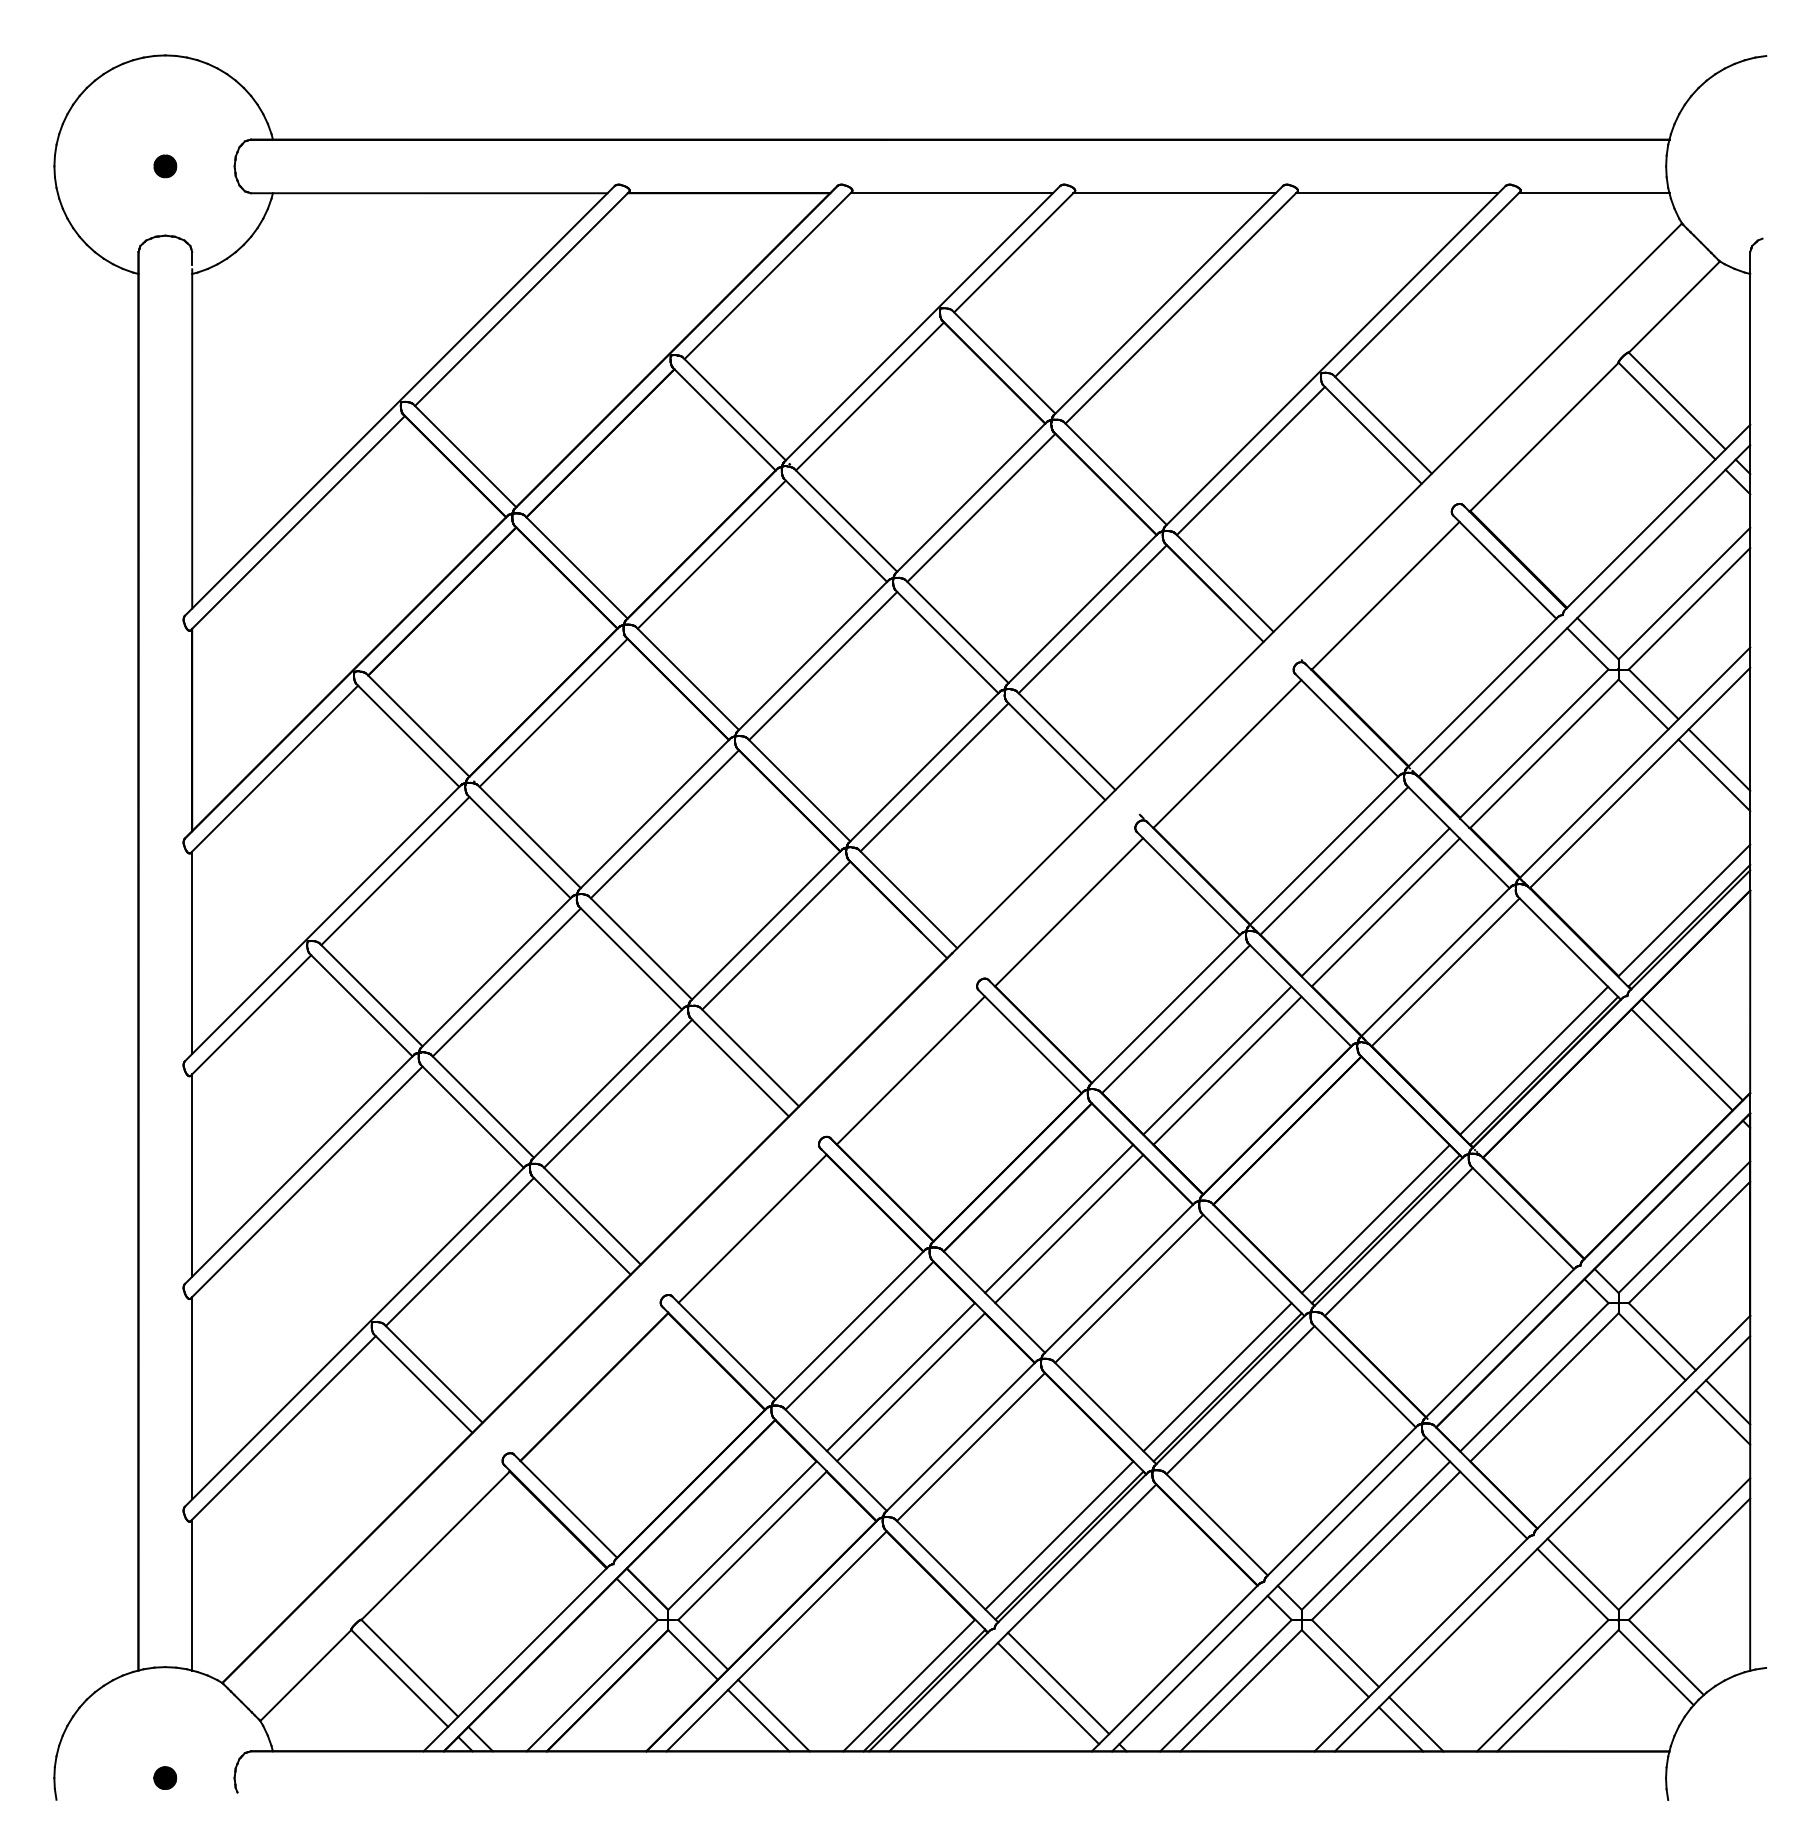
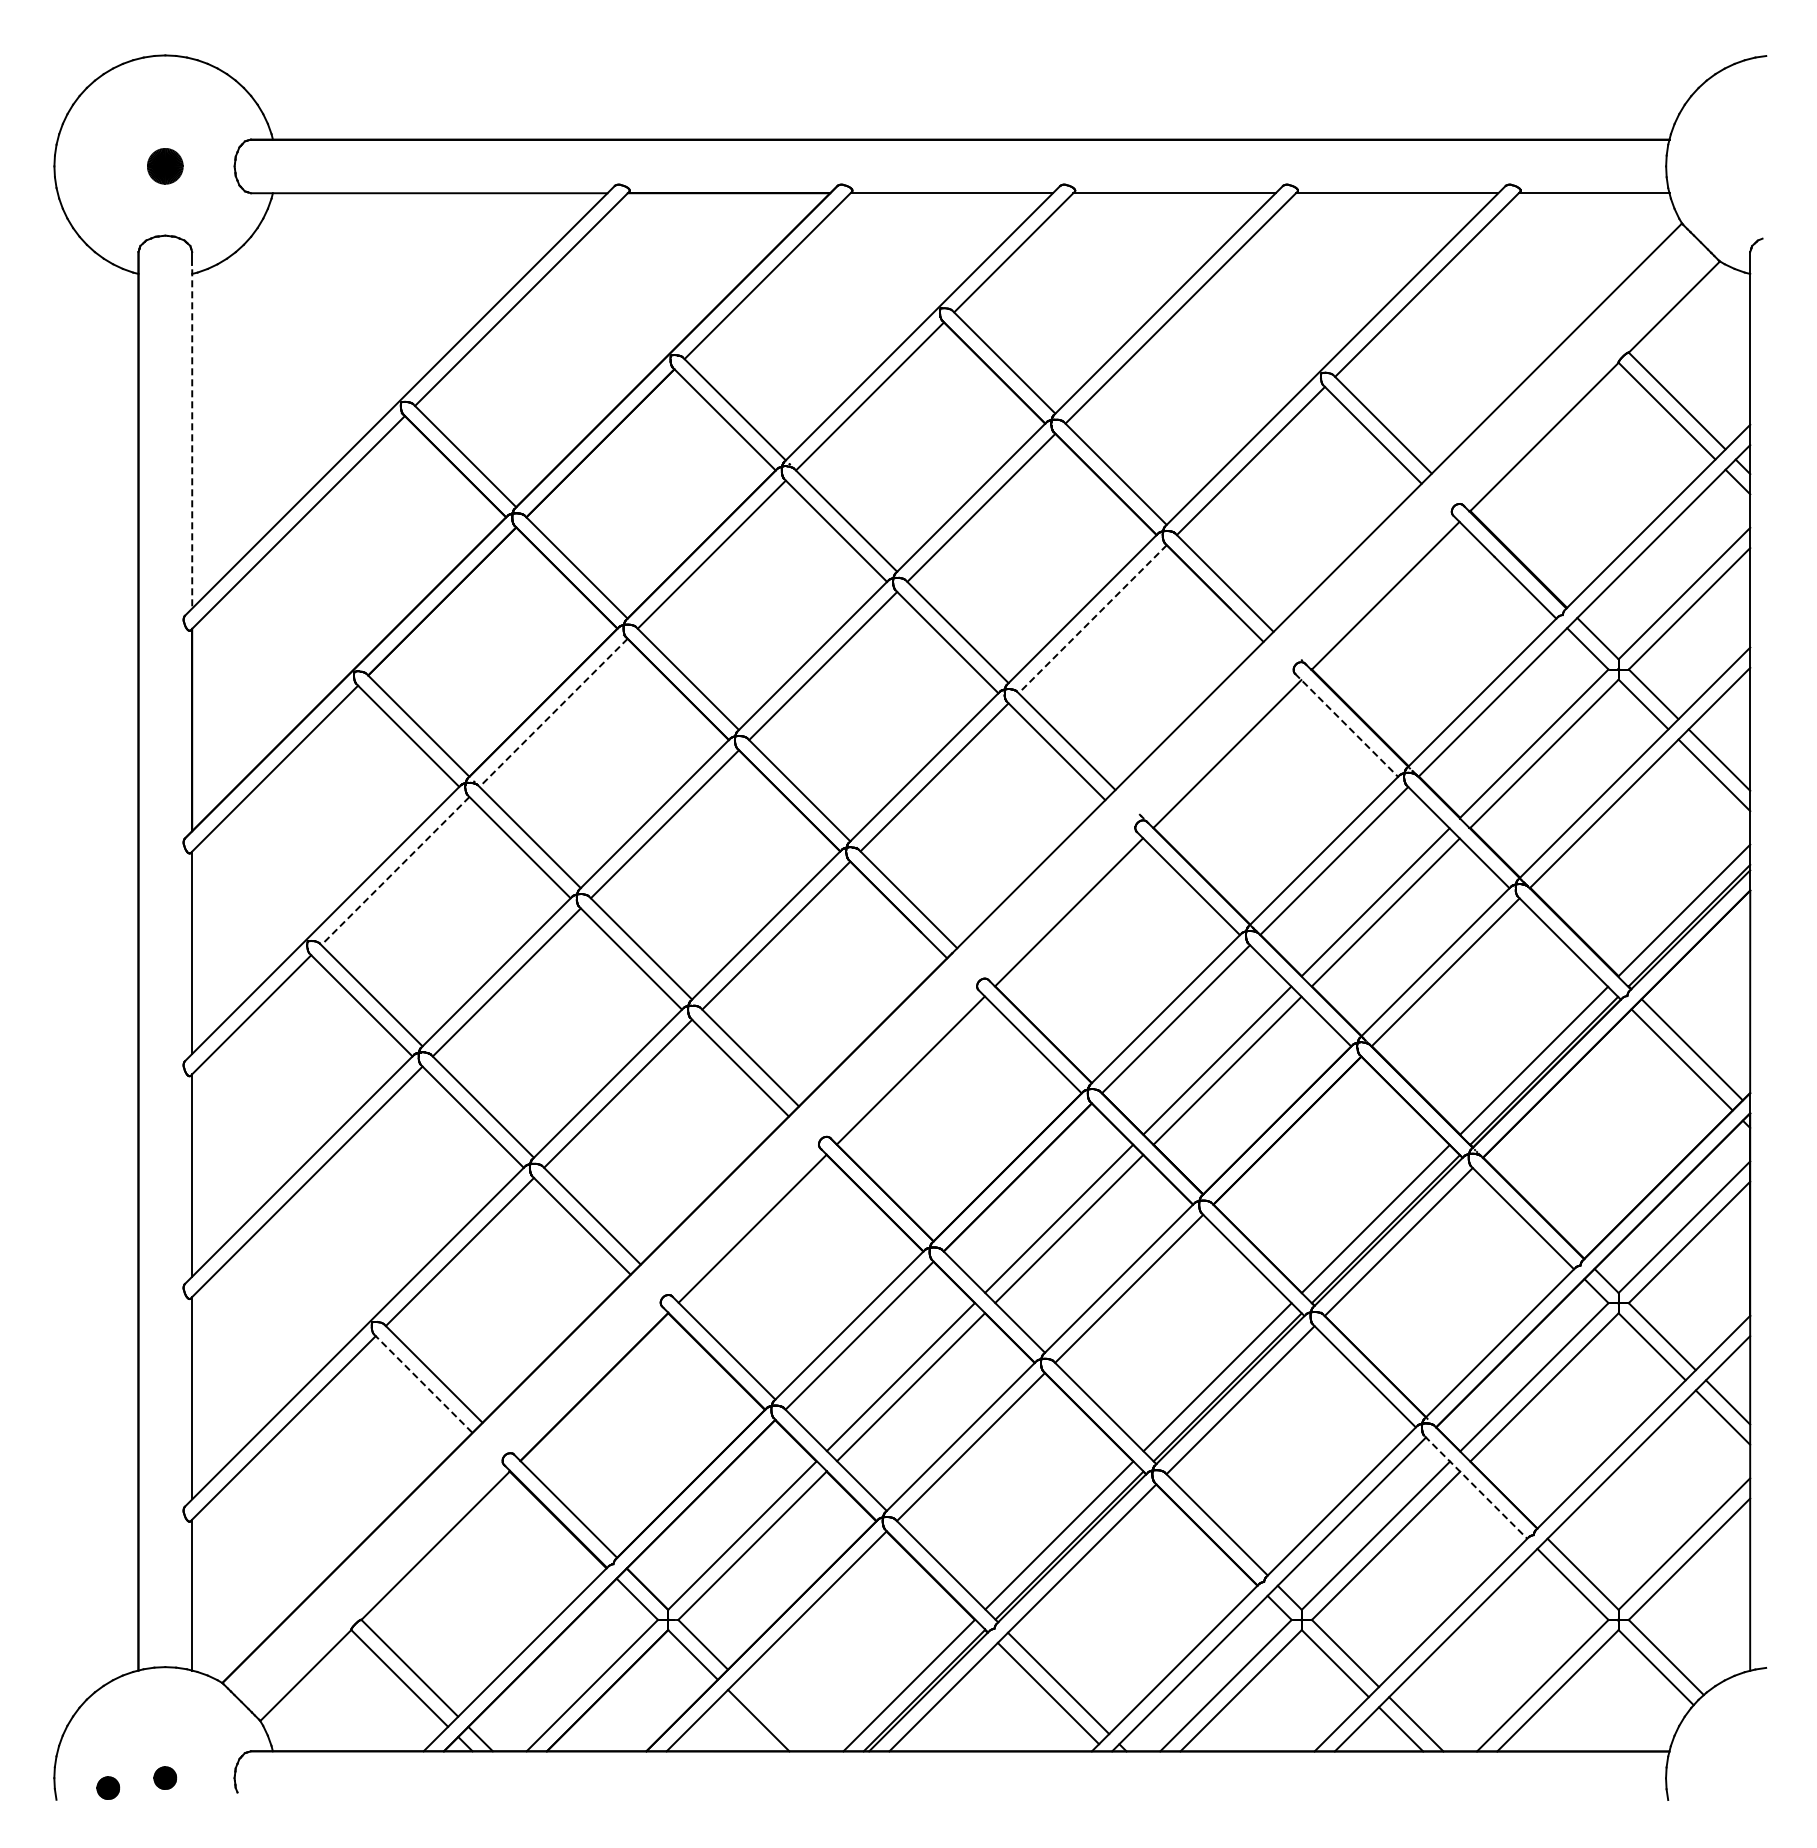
part at (165, 166) size: 25x25 px -> 37x37 px
line at (192, 438): solid -> dashed
line at (1092, 619): solid -> dashed
line at (553, 712): solid -> dashed
line at (1346, 725): solid -> dashed
line at (395, 871): solid -> dashed
line at (423, 1383): solid -> dashed
line at (1475, 1487): solid -> dashed
line at (773, 1715): present -> none
part at (108, 1787): none -> present
